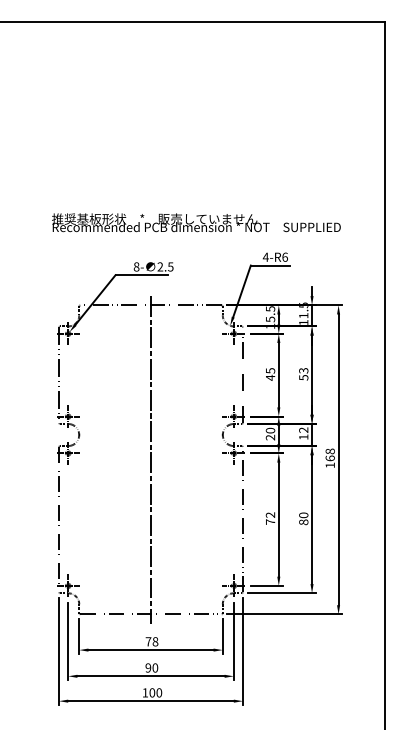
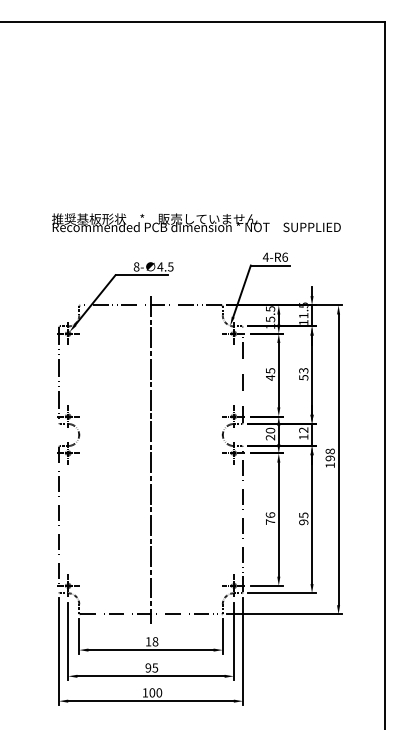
text at (160, 266): 2.5 -> 4.5
text at (329, 458): 168 -> 198
text at (270, 514): 72 -> 76
text at (303, 518): 80 -> 95
text at (148, 641): 78 -> 18
text at (155, 667): 90 -> 95
